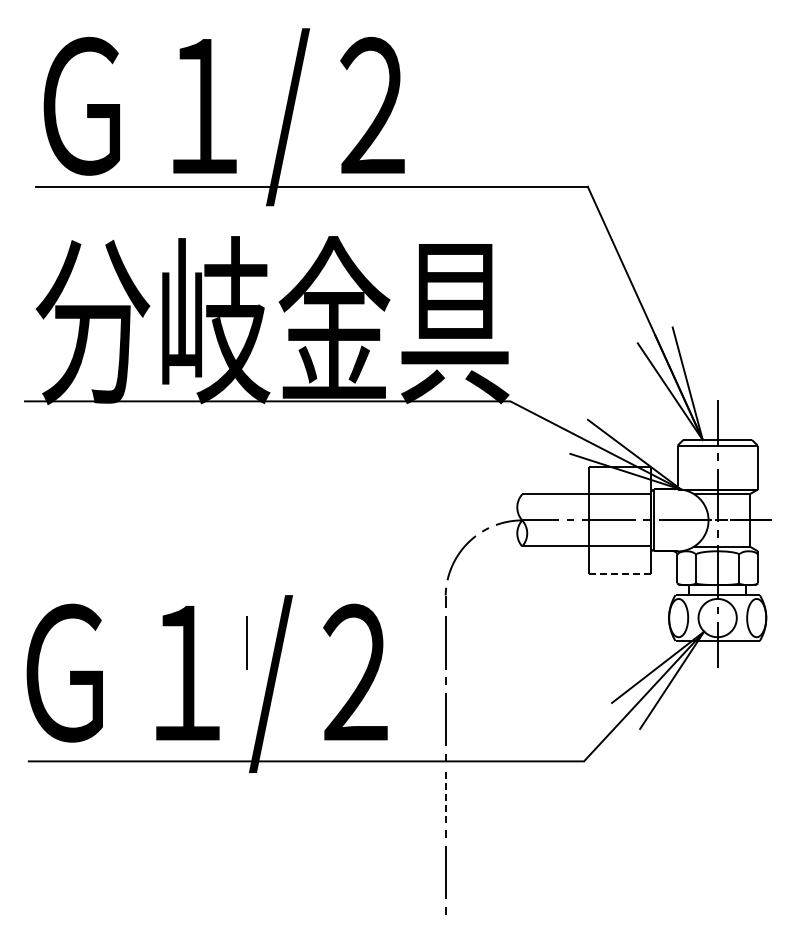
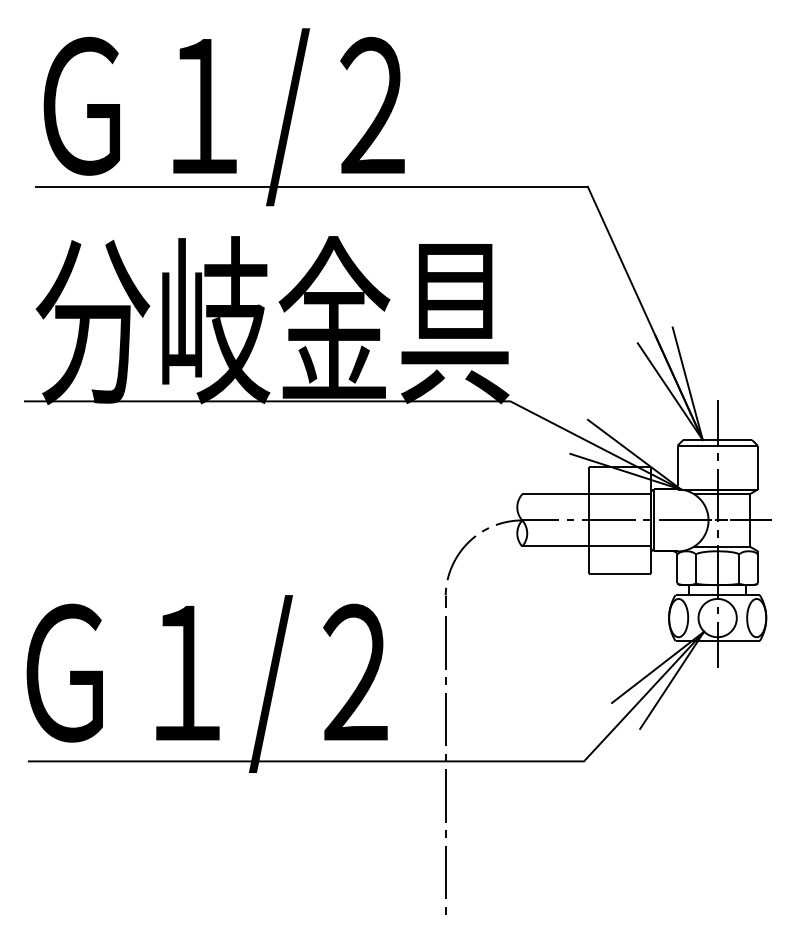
line at (619, 574): dashed -> solid
line at (246, 642): present -> none
line at (445, 795): dashed -> solid
